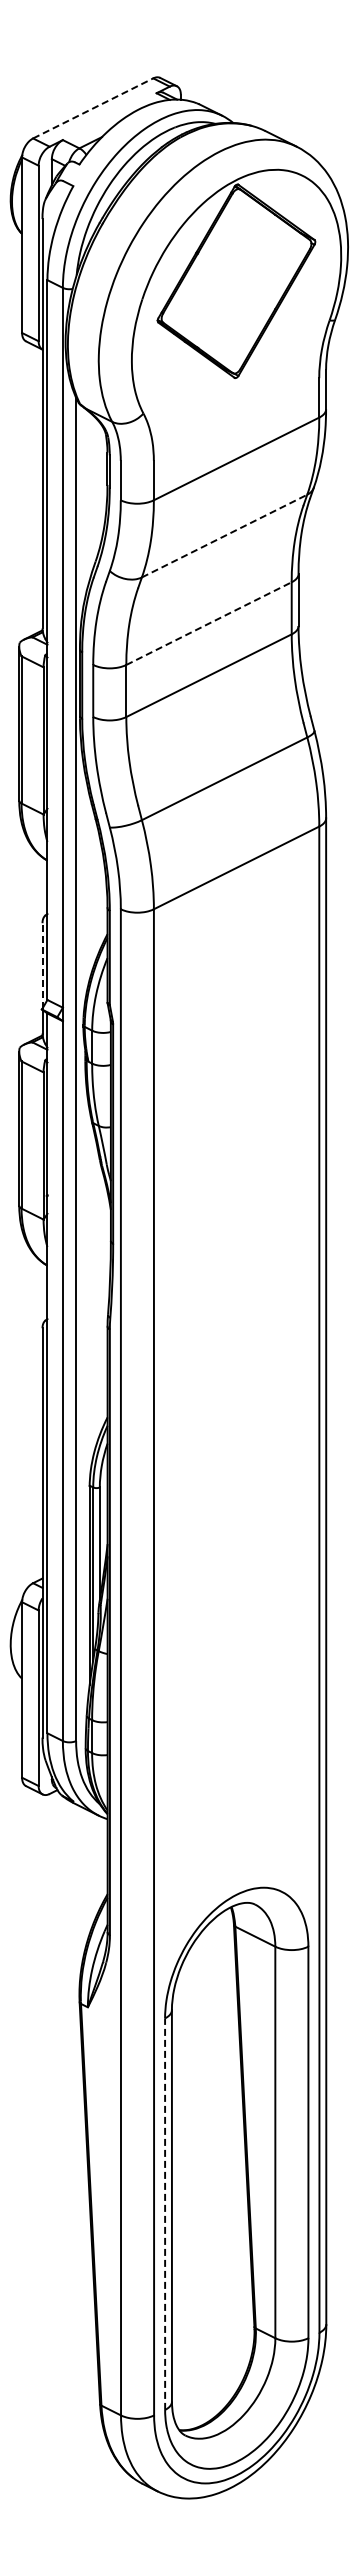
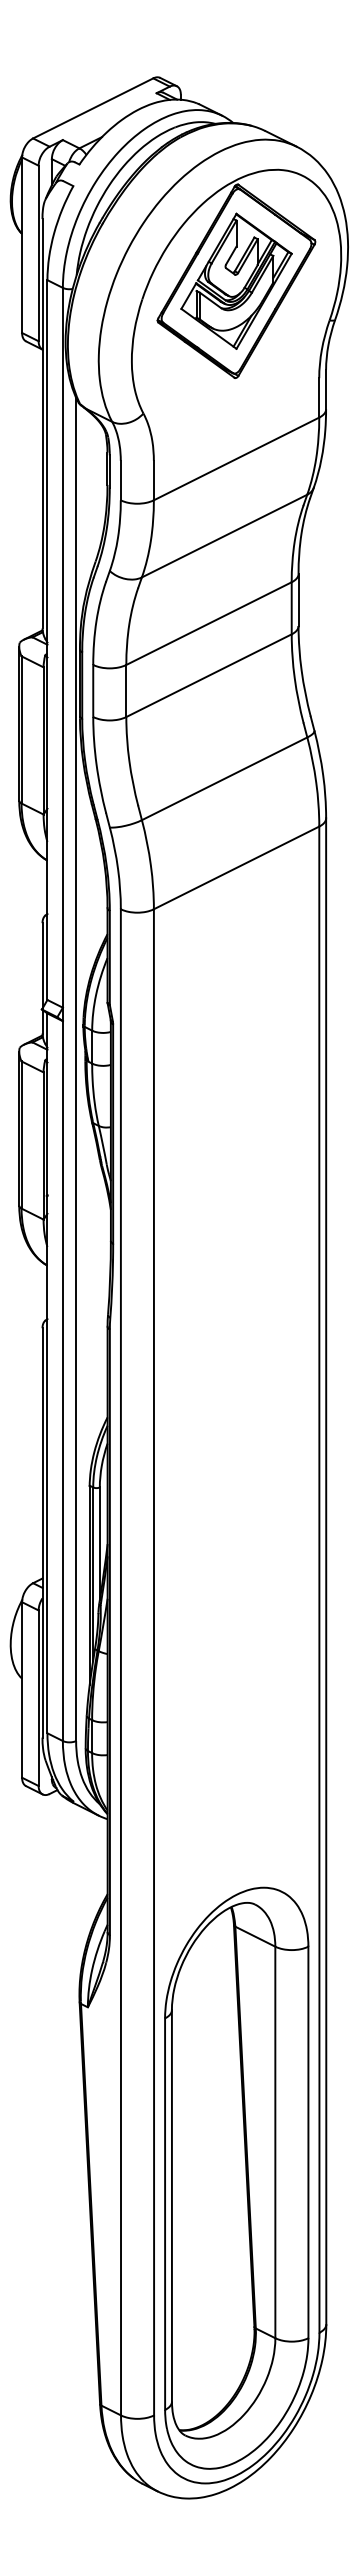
line at (93, 108): dashed -> solid
part at (236, 280): none -> present
line at (225, 535): dashed -> solid
line at (209, 623): dashed -> solid
line at (42, 965): dashed -> solid
line at (165, 2214): dashed -> solid
